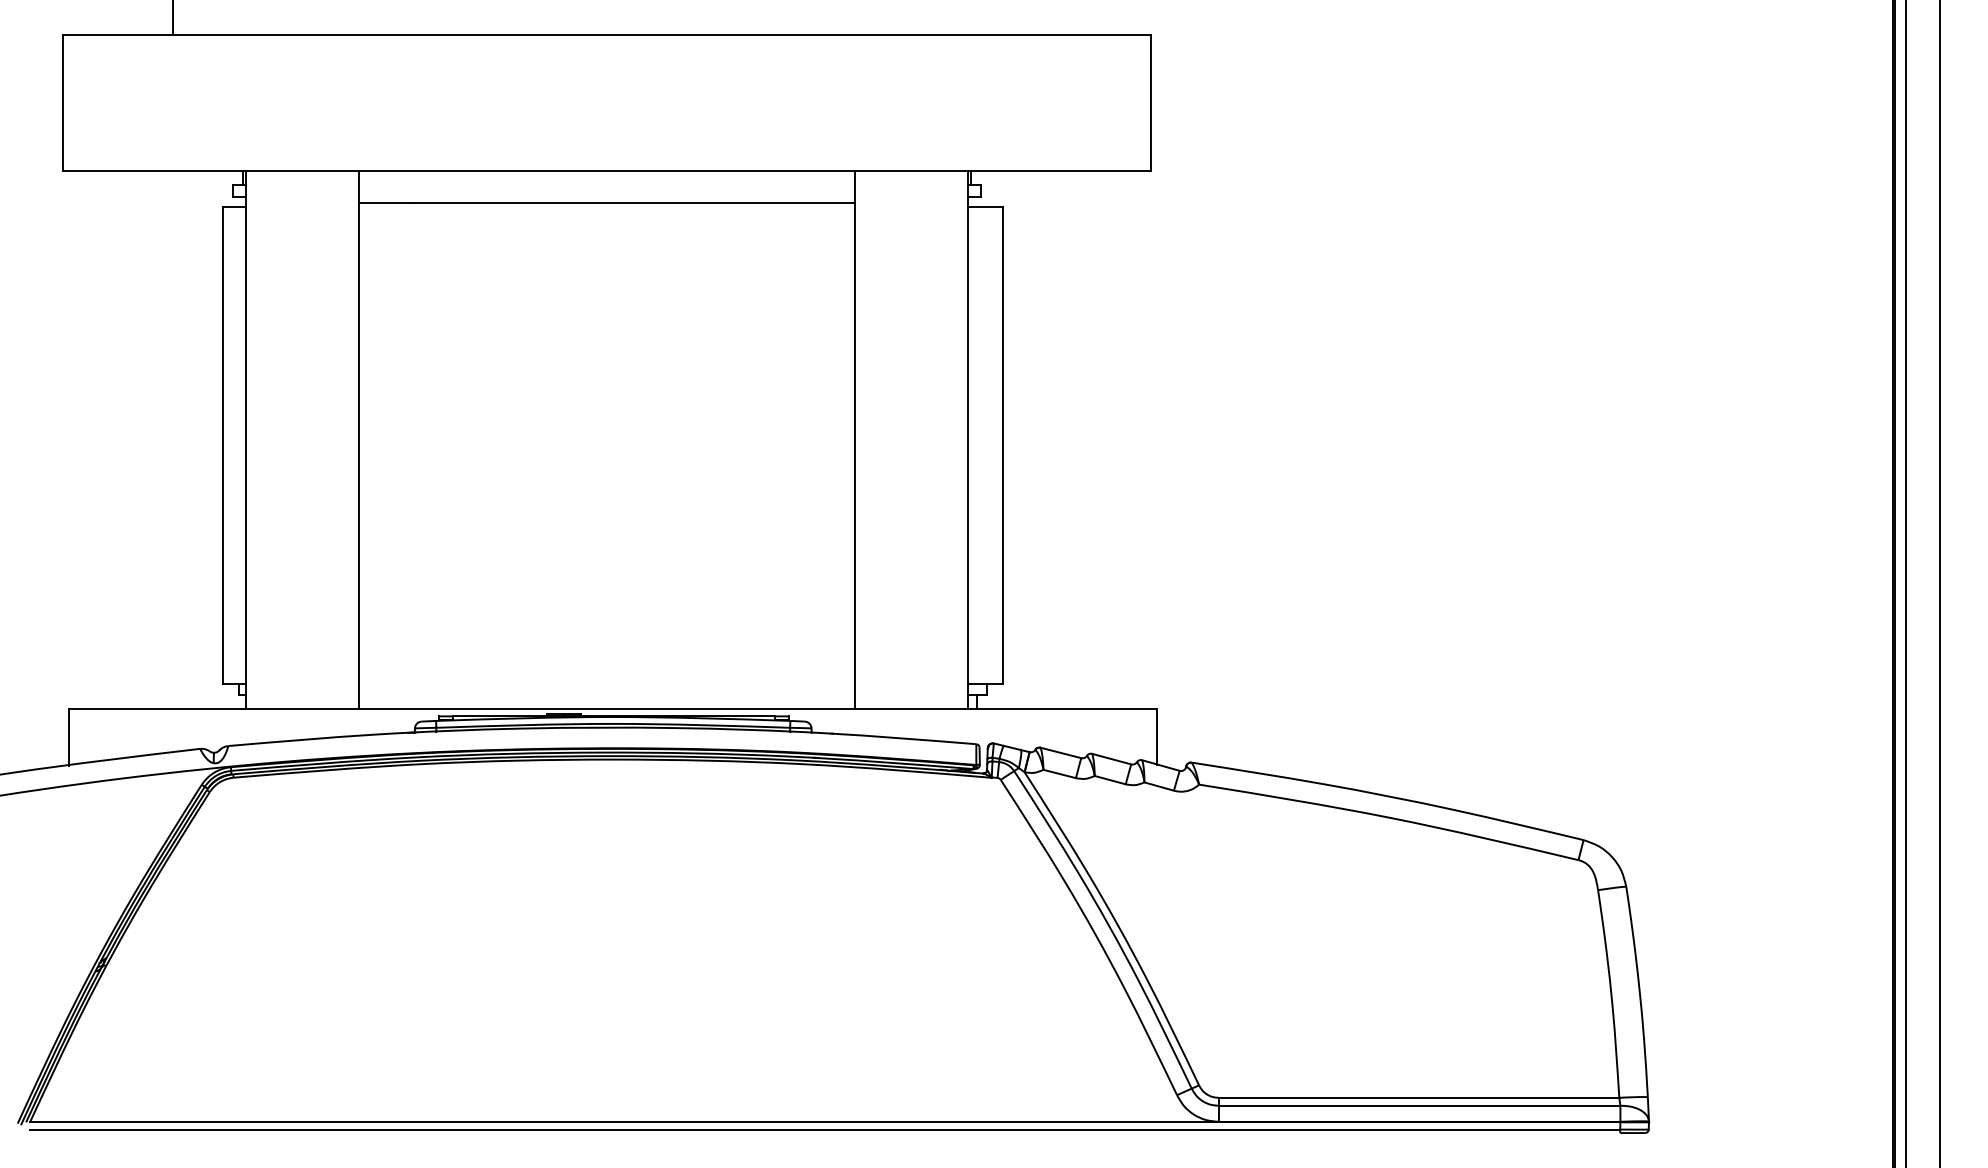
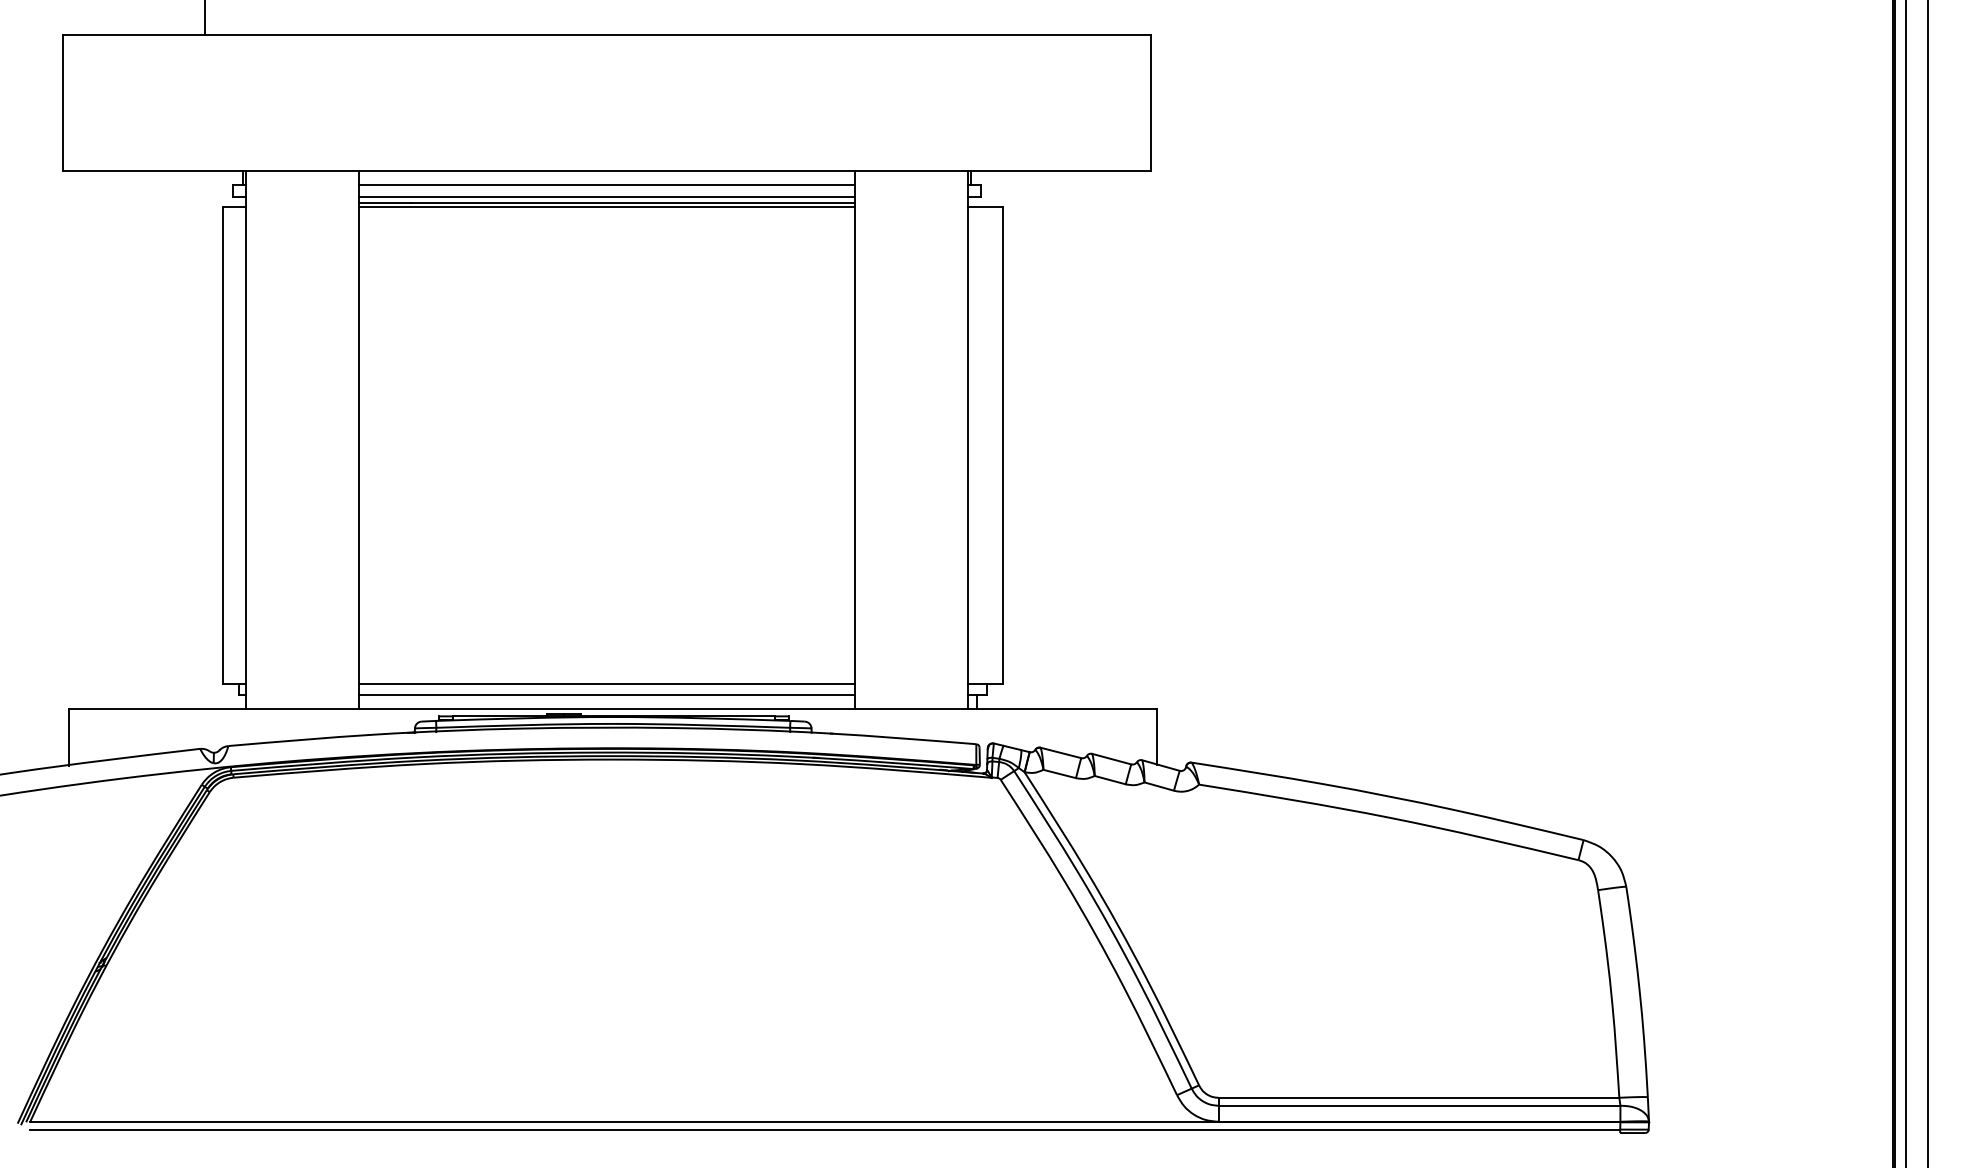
line at (173, 18) position: (173, 18) -> (205, 18)
line at (607, 185): none -> present
line at (607, 196): none -> present
line at (607, 206): none -> present
line at (1940, 583) position: (1940, 583) -> (1928, 583)
line at (607, 683): none -> present
line at (607, 695): none -> present
